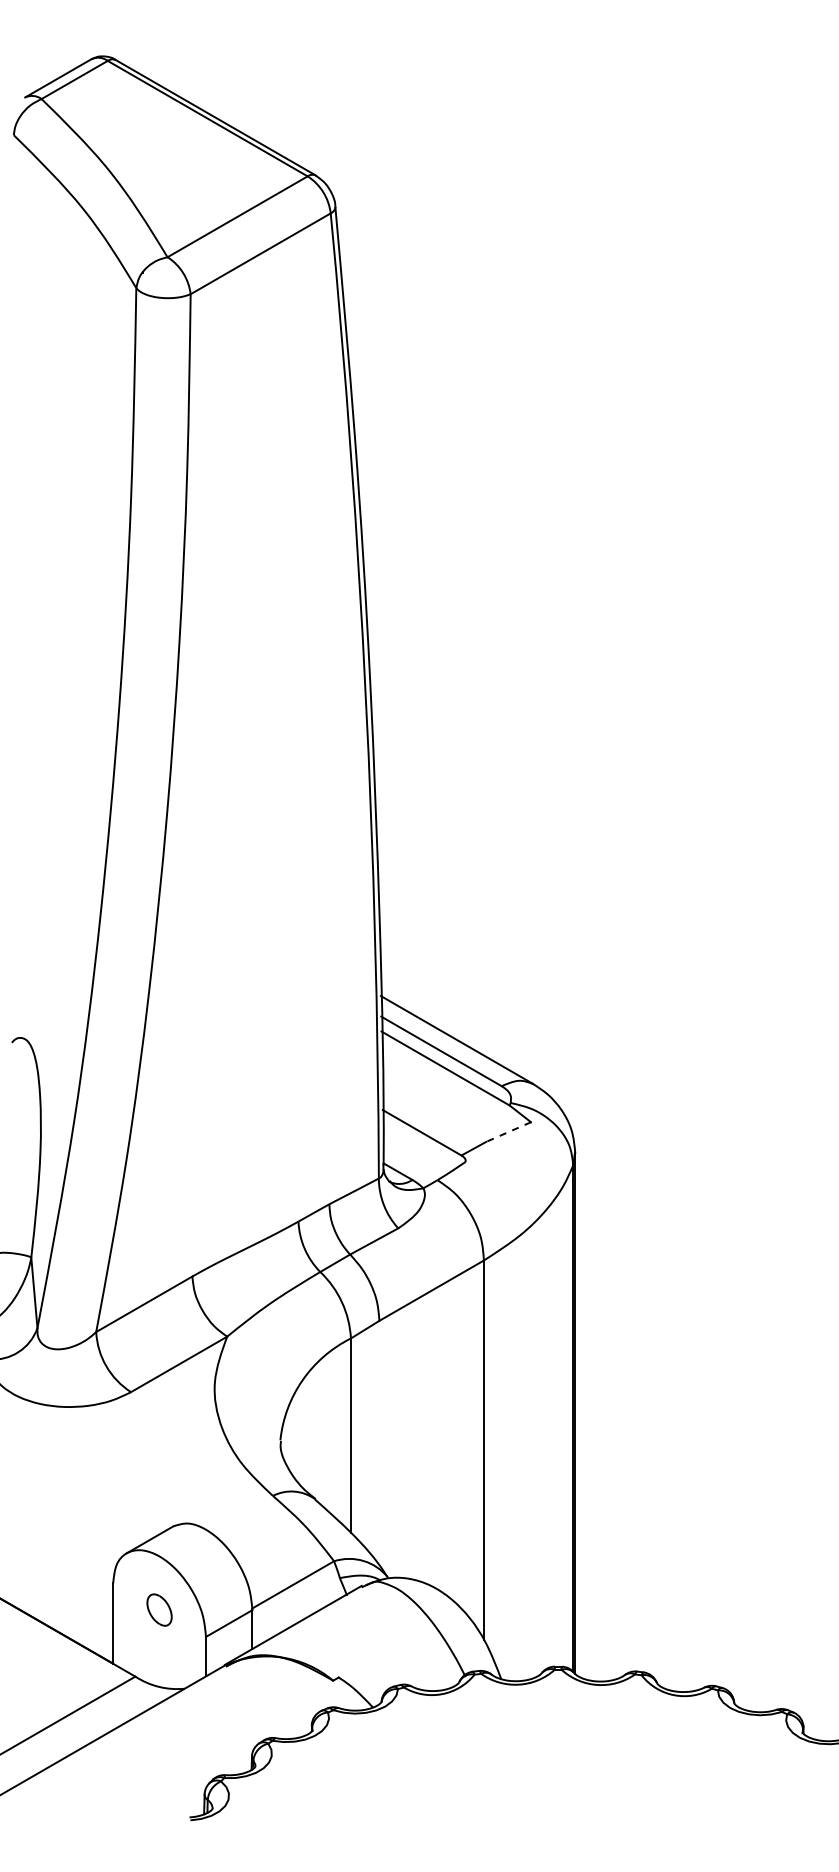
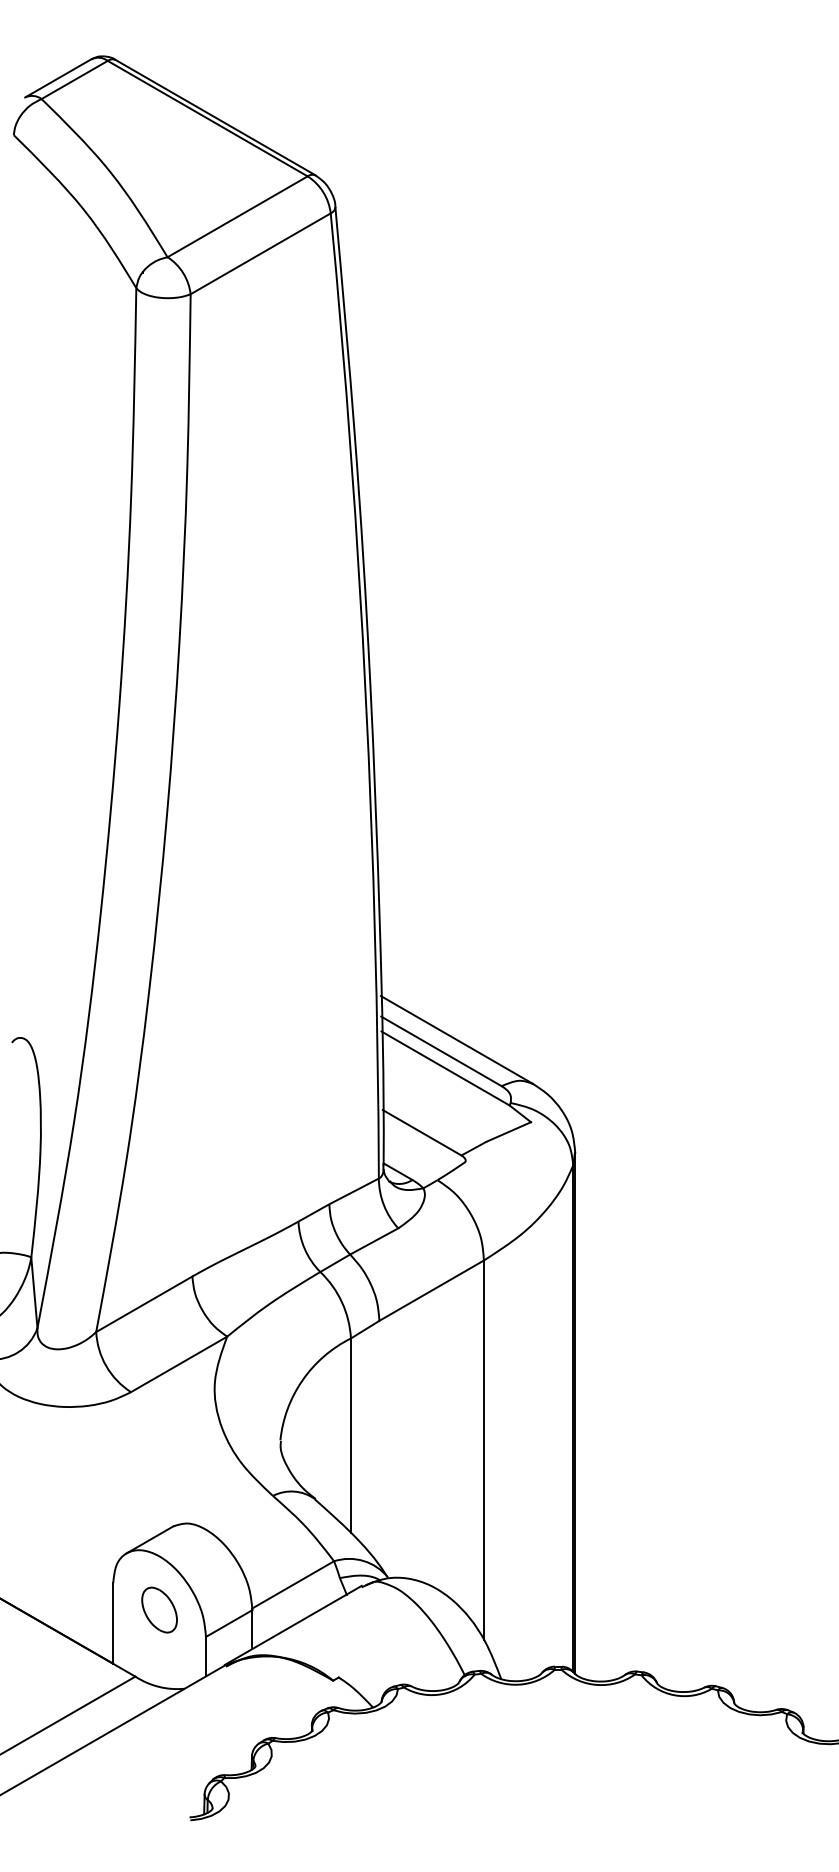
line at (508, 1132): dashed -> solid
part at (159, 1609) size: 27x34 px -> 37x48 px
